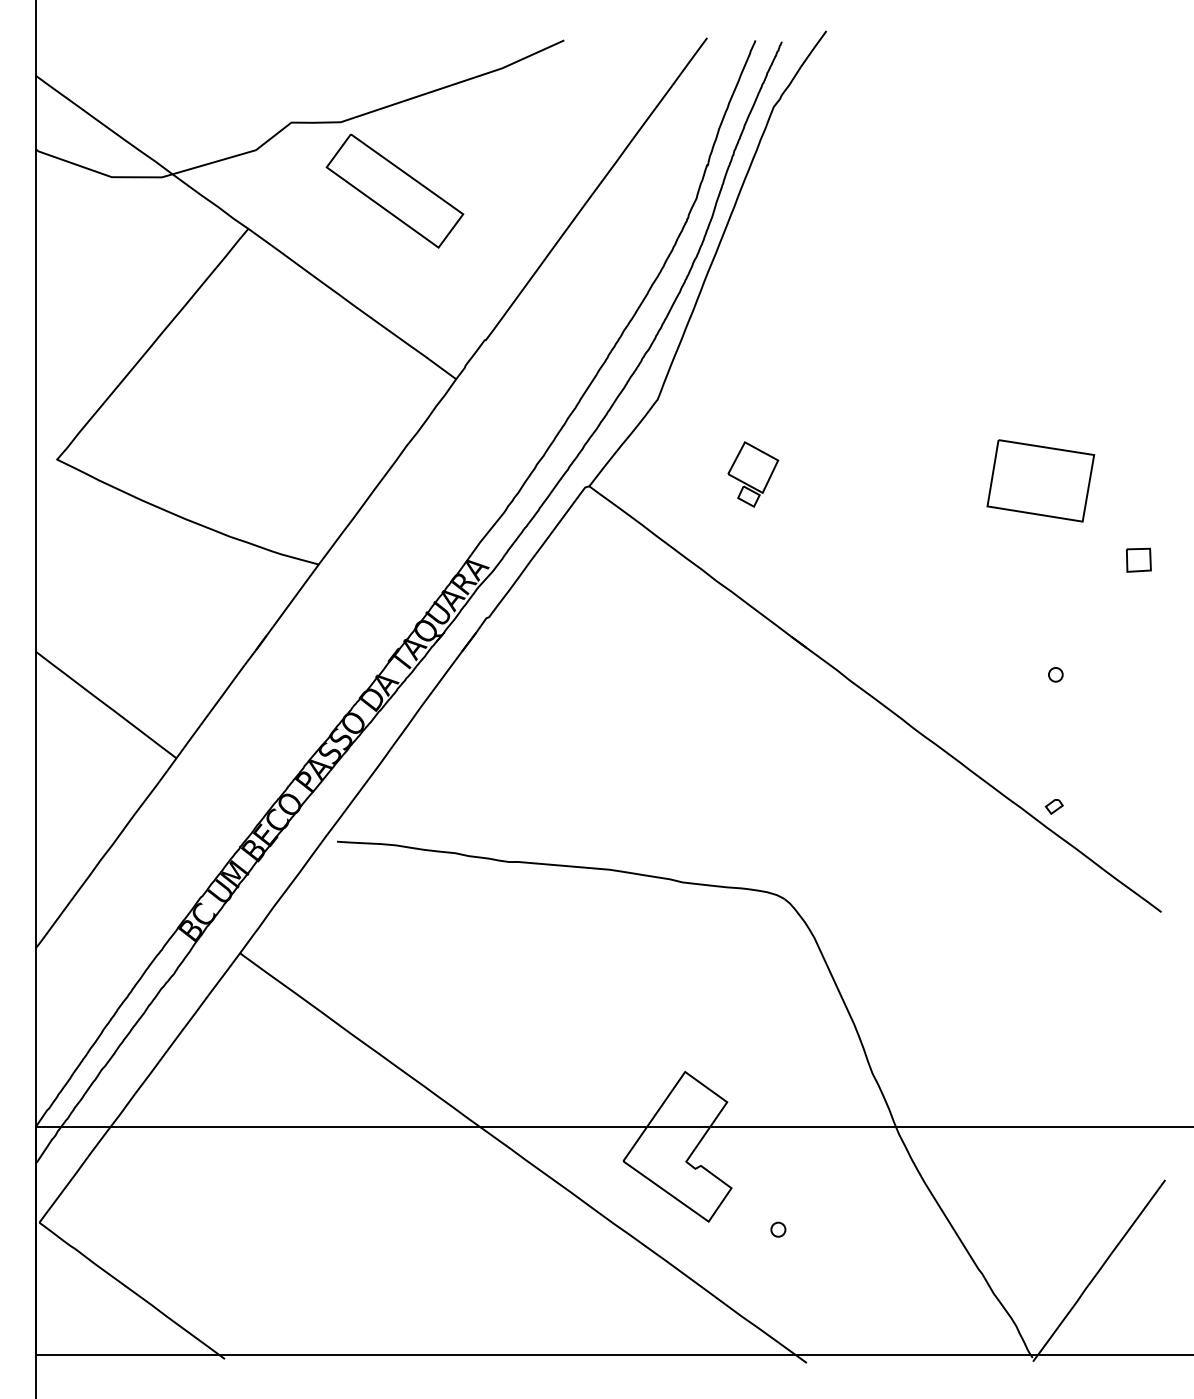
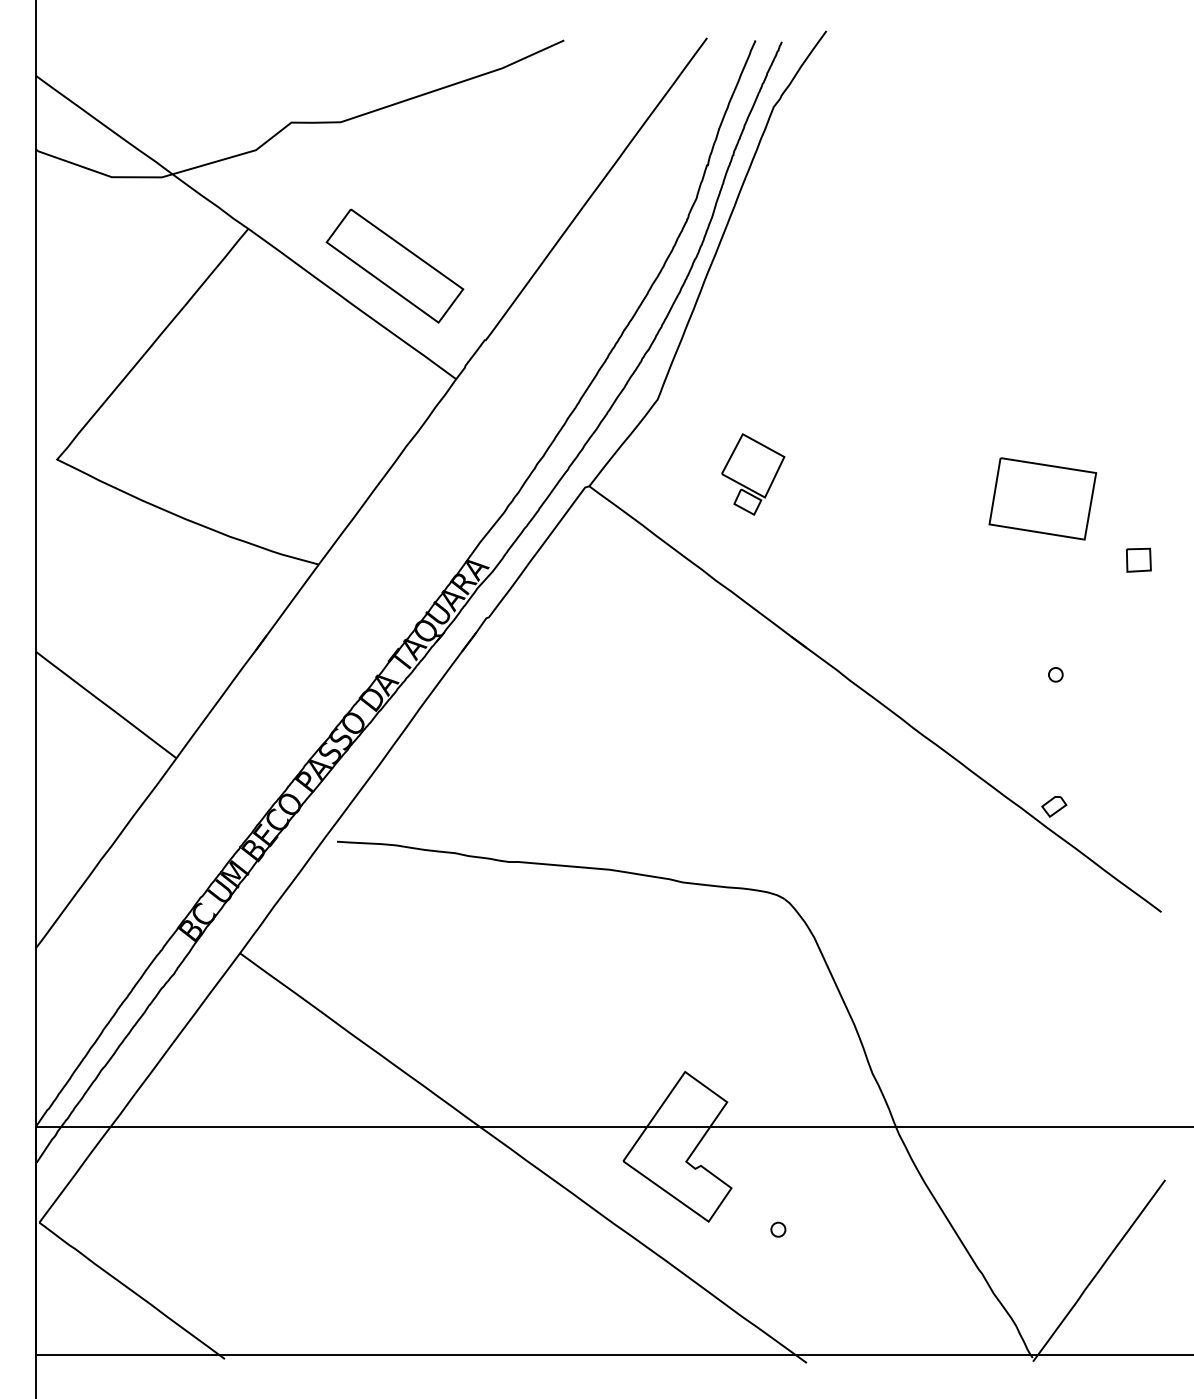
part at (394, 190) position: (394, 190) -> (394, 265)
part at (753, 474) size: 53x67 px -> 65x83 px
part at (1040, 480) position: (1040, 480) -> (1042, 498)
part at (1053, 806) size: 20x16 px -> 27x22 px
